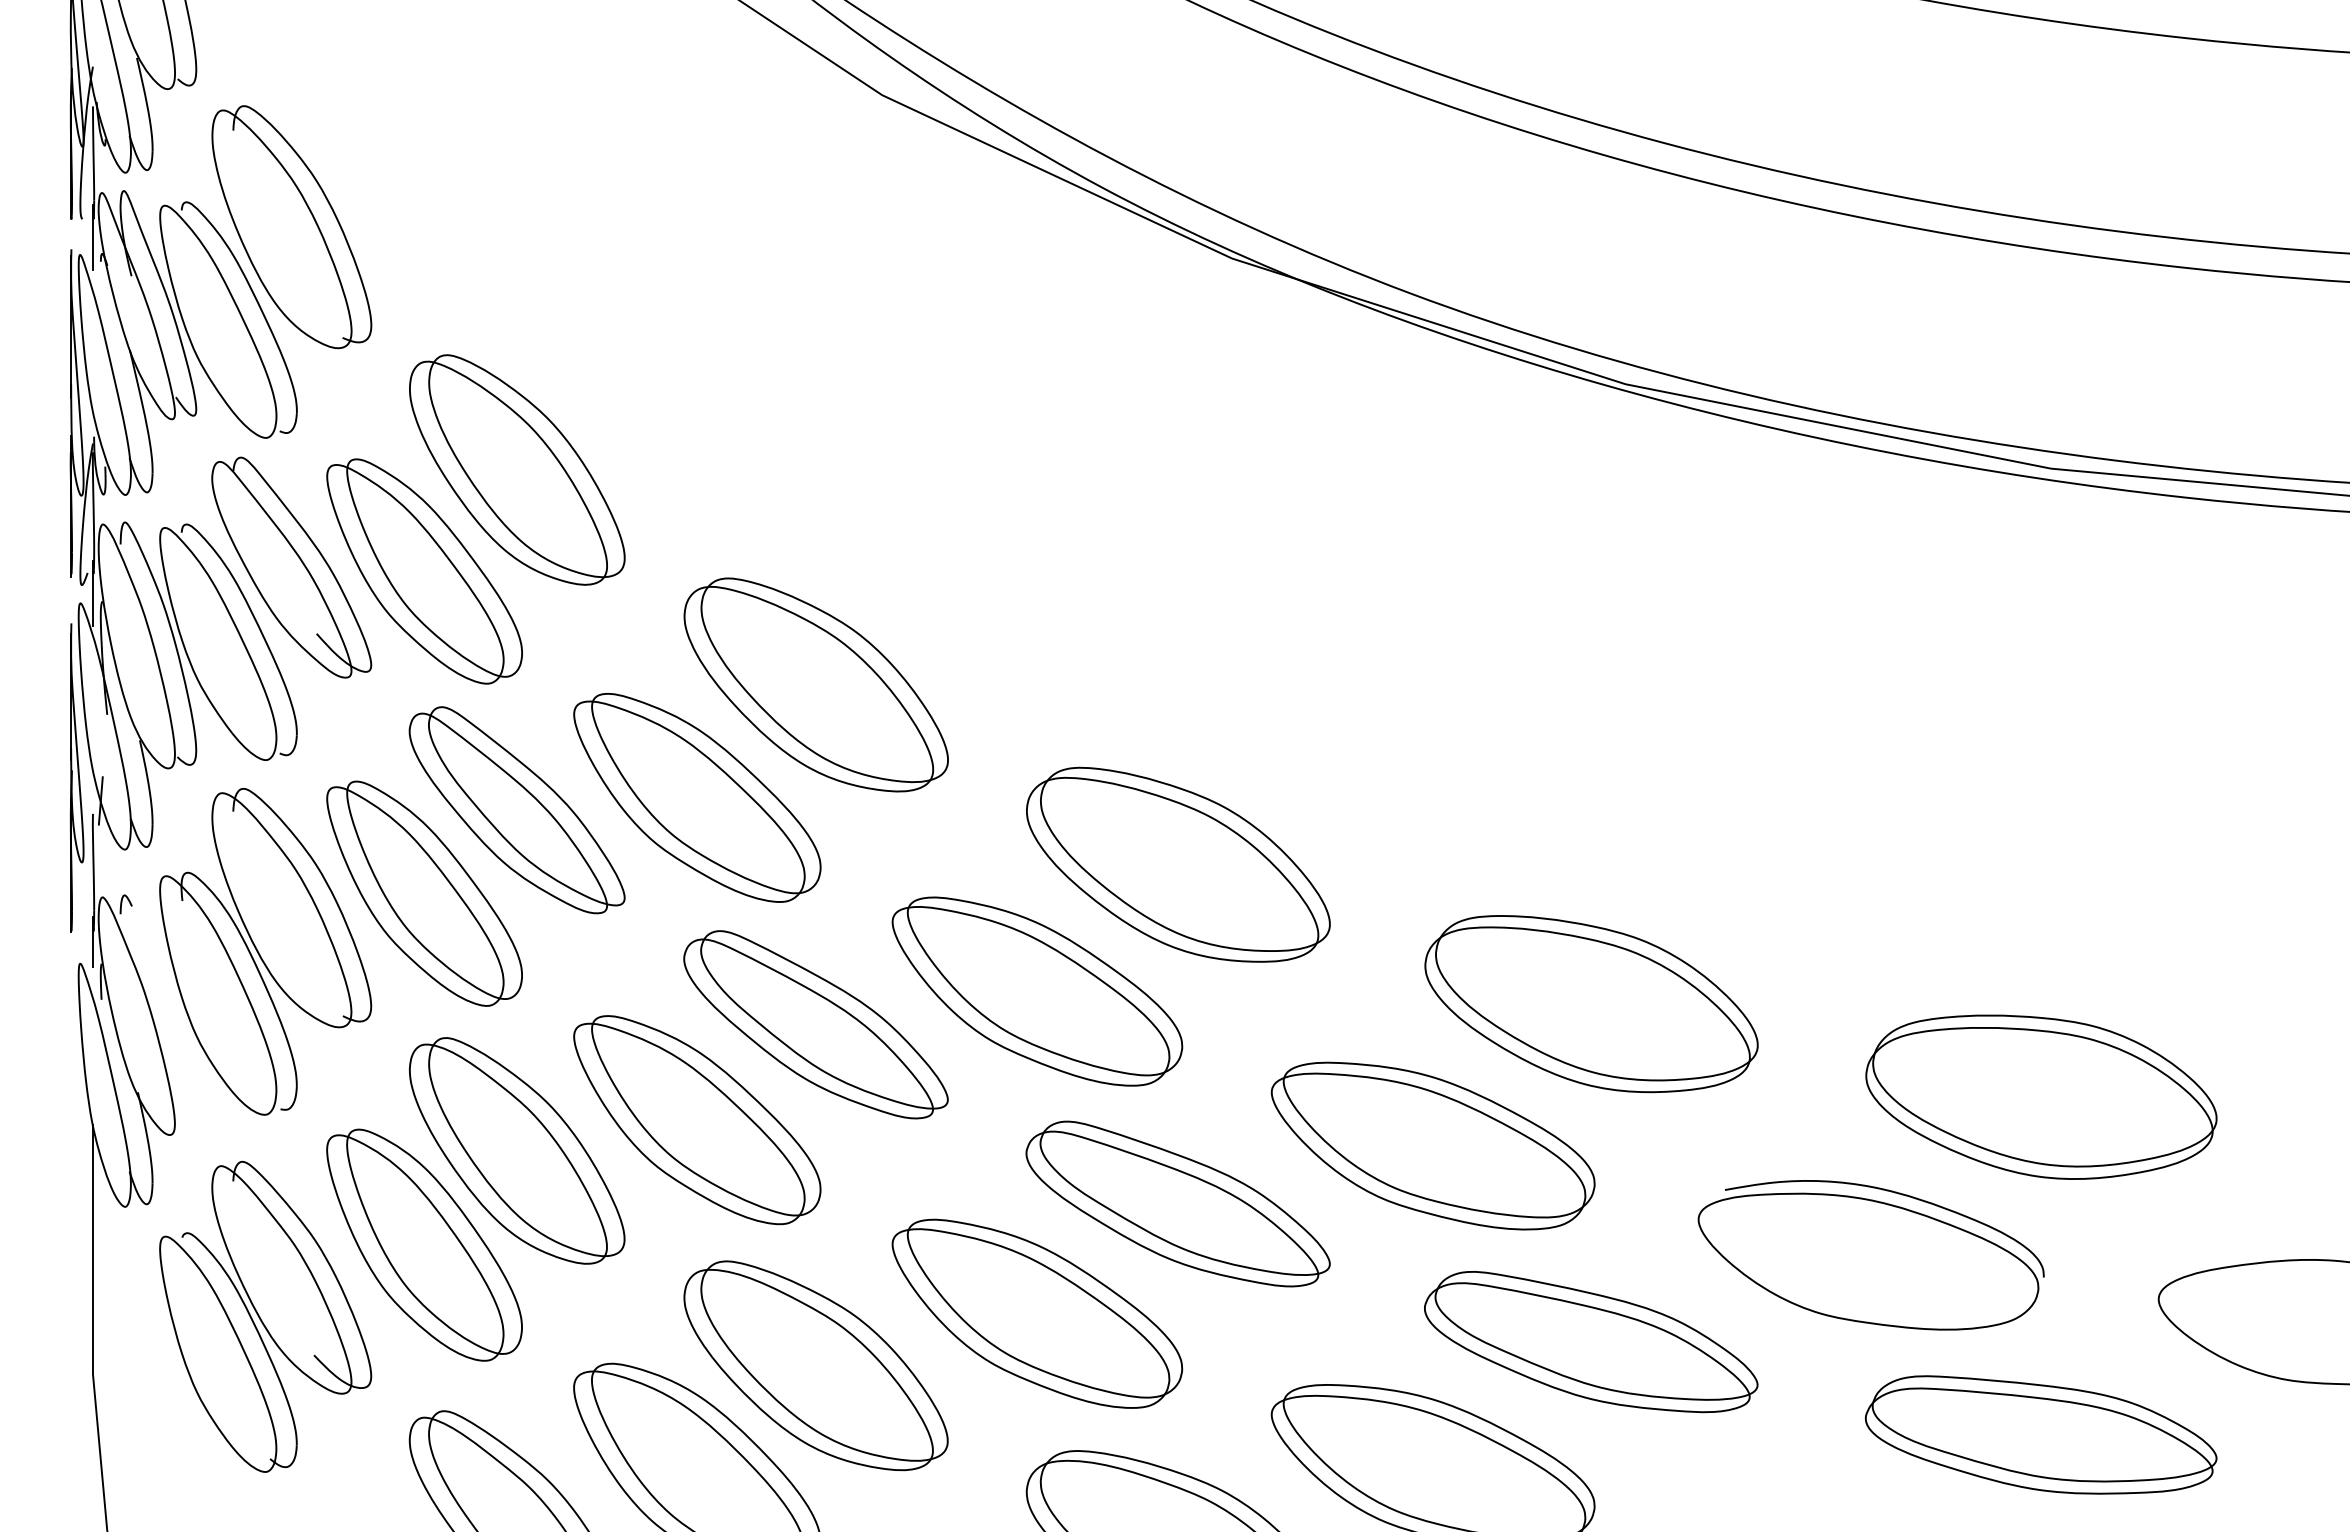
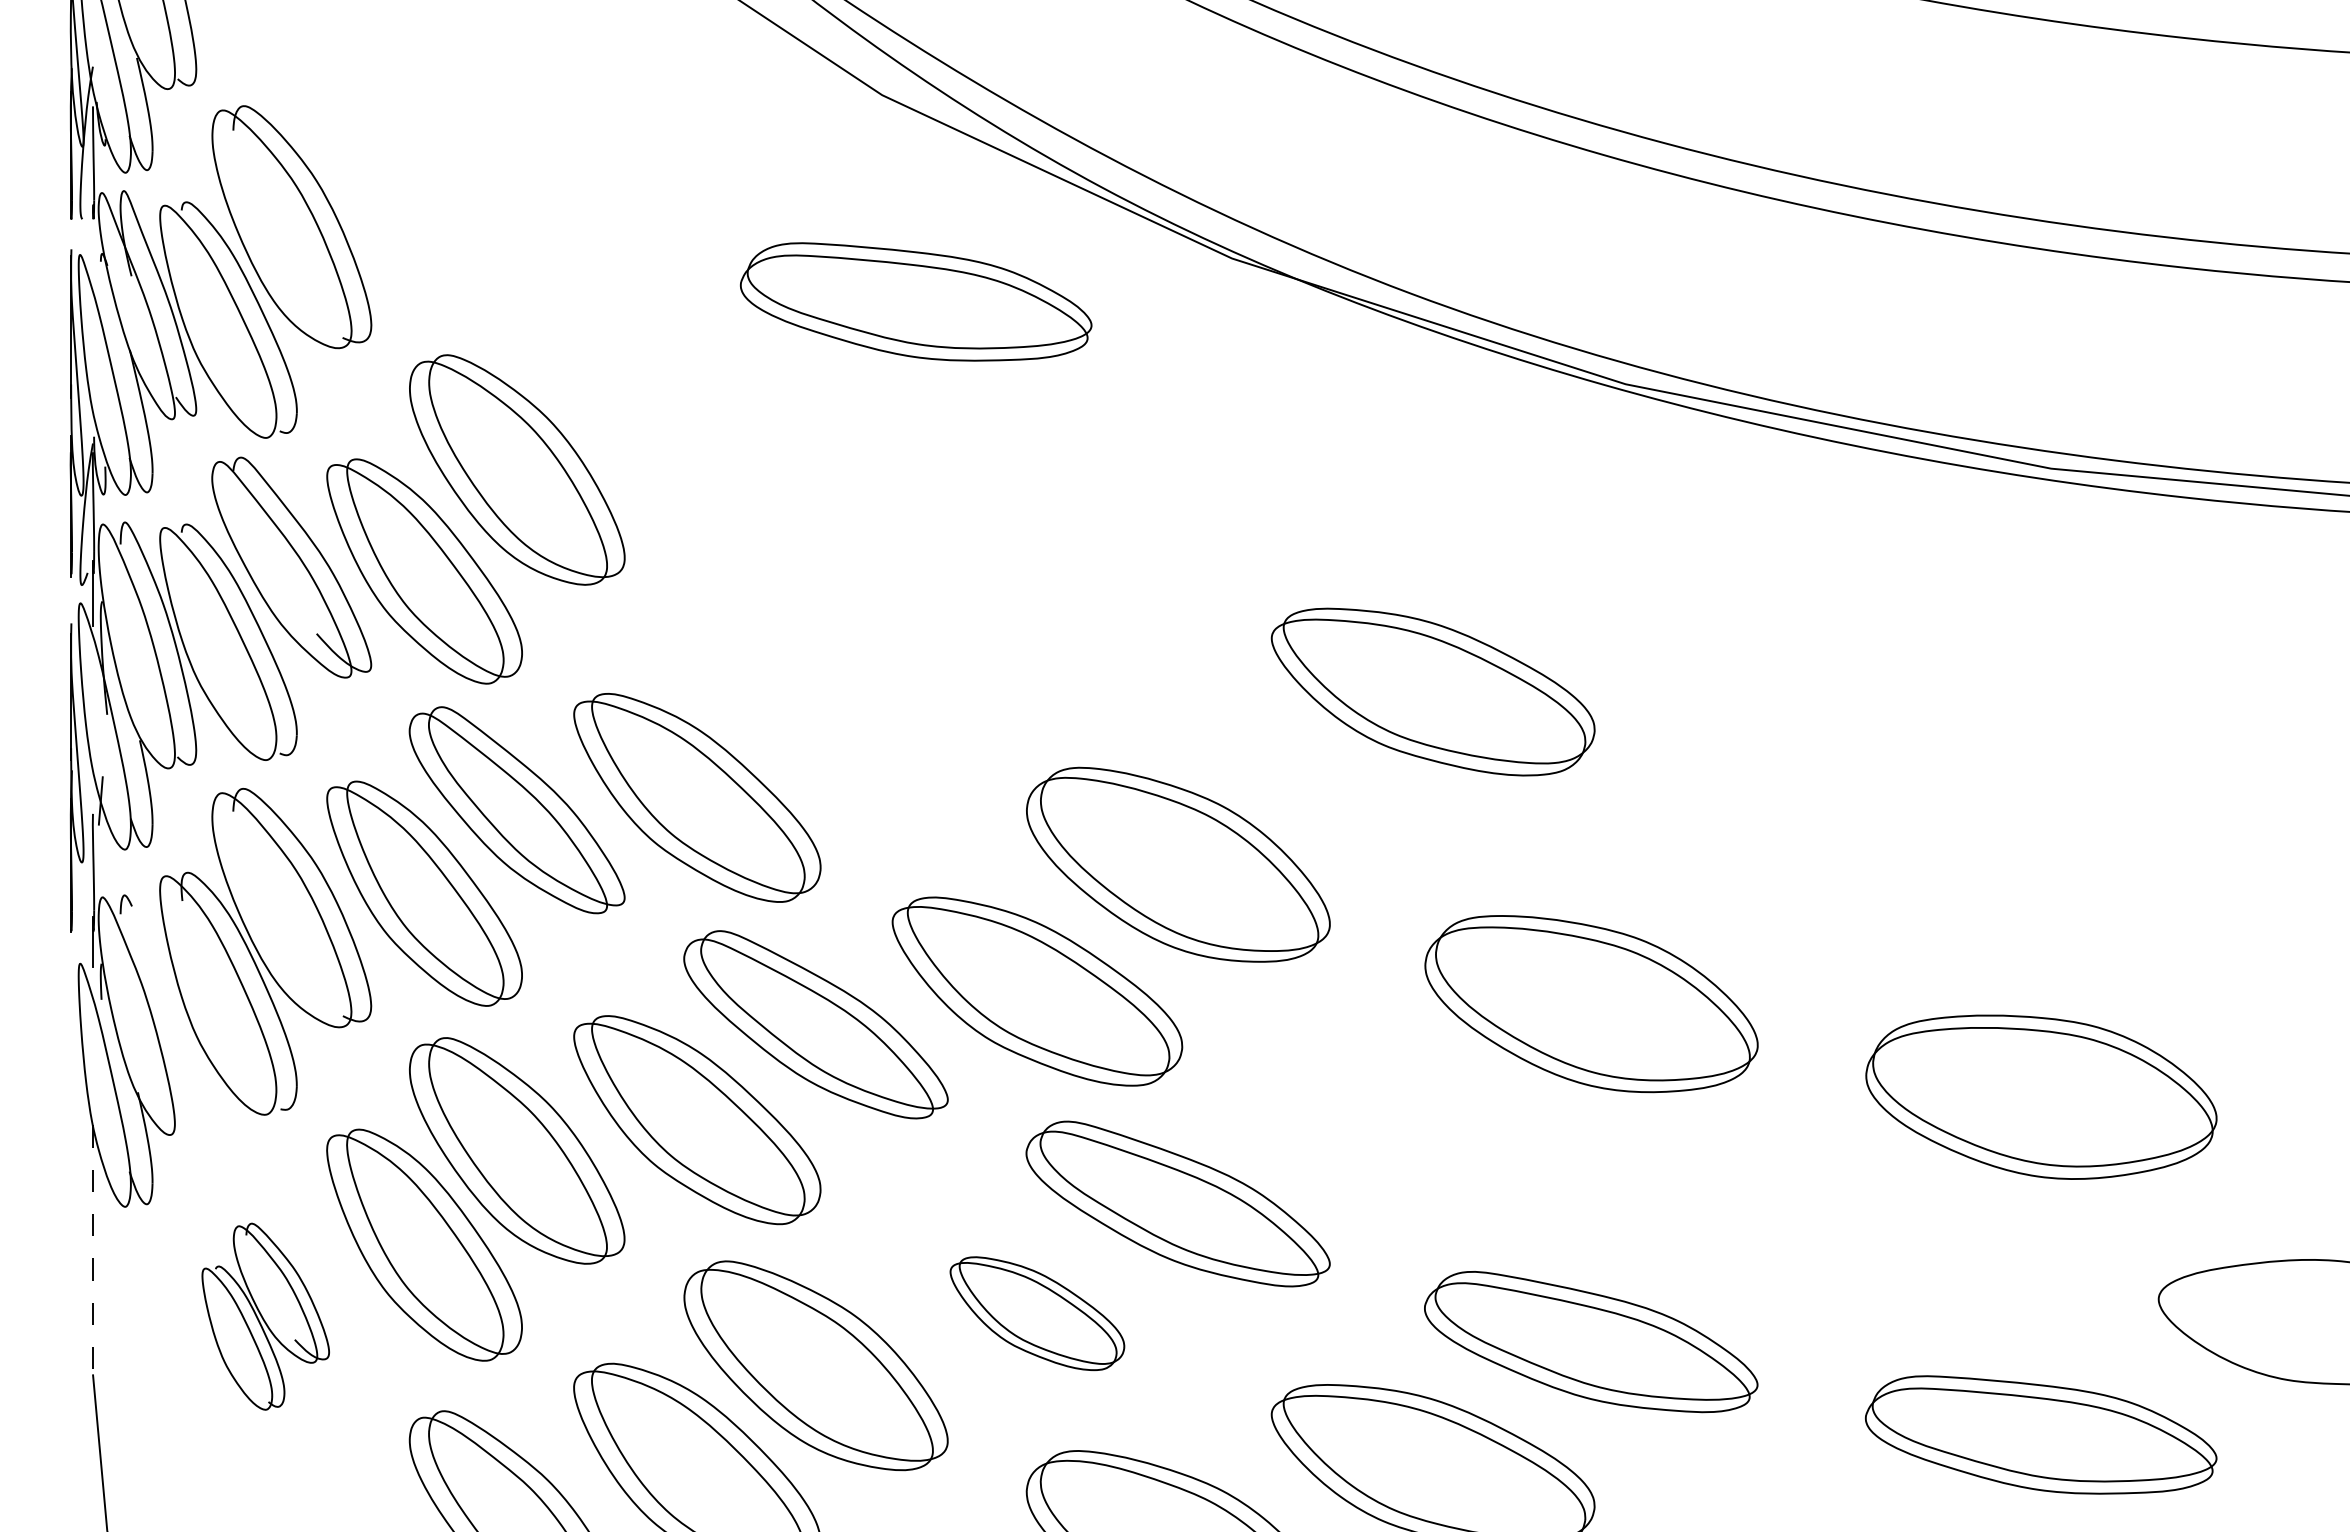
line at (92, 236): present -> none
part at (916, 301): none -> present
part at (815, 684): present -> none
part at (1432, 1145) position: (1432, 1145) -> (1432, 691)
line at (92, 1250): solid -> dashed
part at (1870, 1255): present -> none
part at (1037, 1313) size: 293x191 px -> 177x116 px
part at (265, 1316) size: 214x313 px -> 129x189 px
